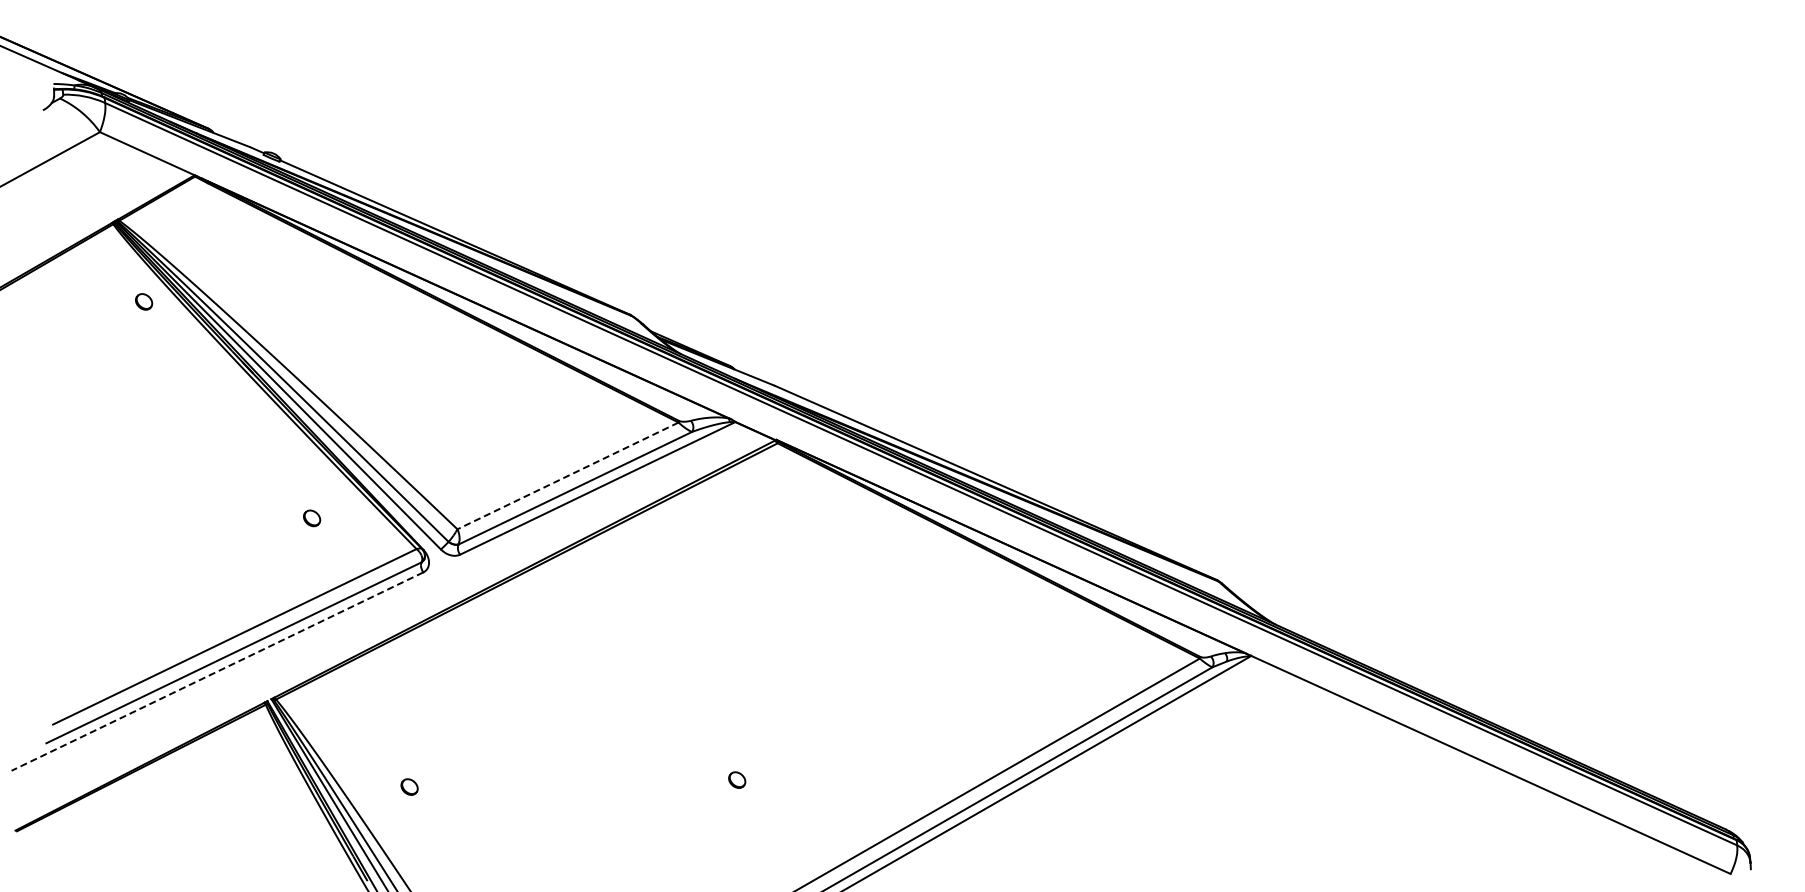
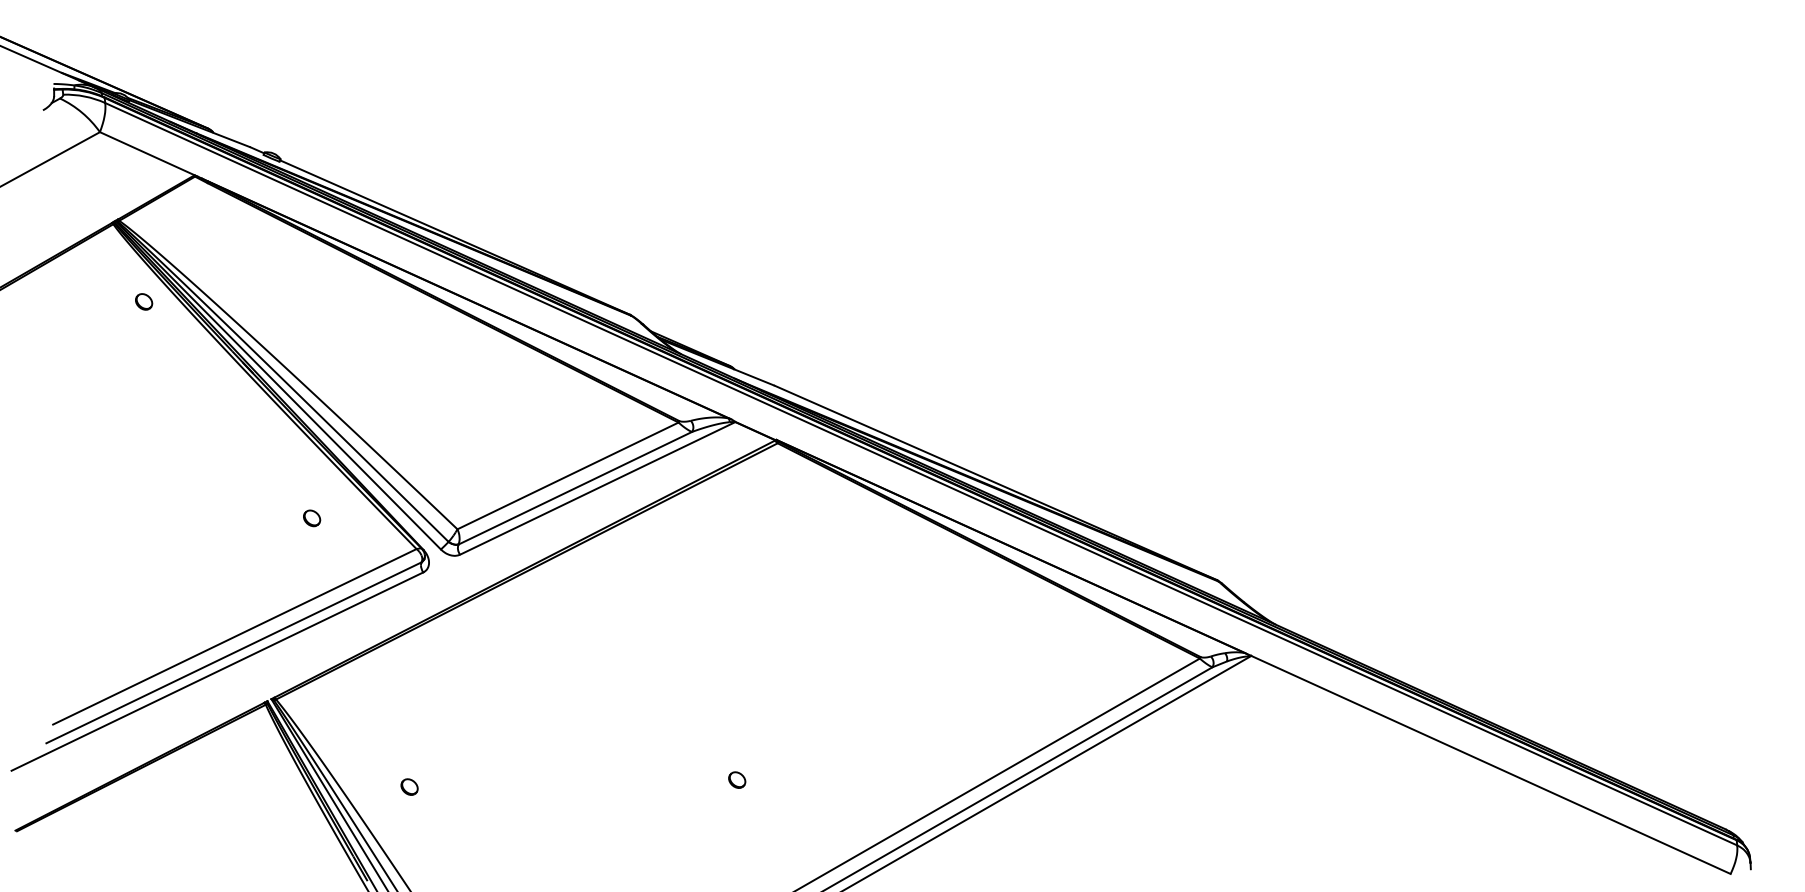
line at (568, 475): dashed -> solid
line at (217, 671): dashed -> solid
